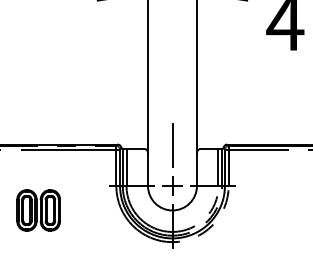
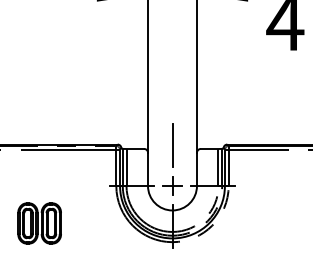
part at (38, 210) position: (38, 210) -> (39, 223)
